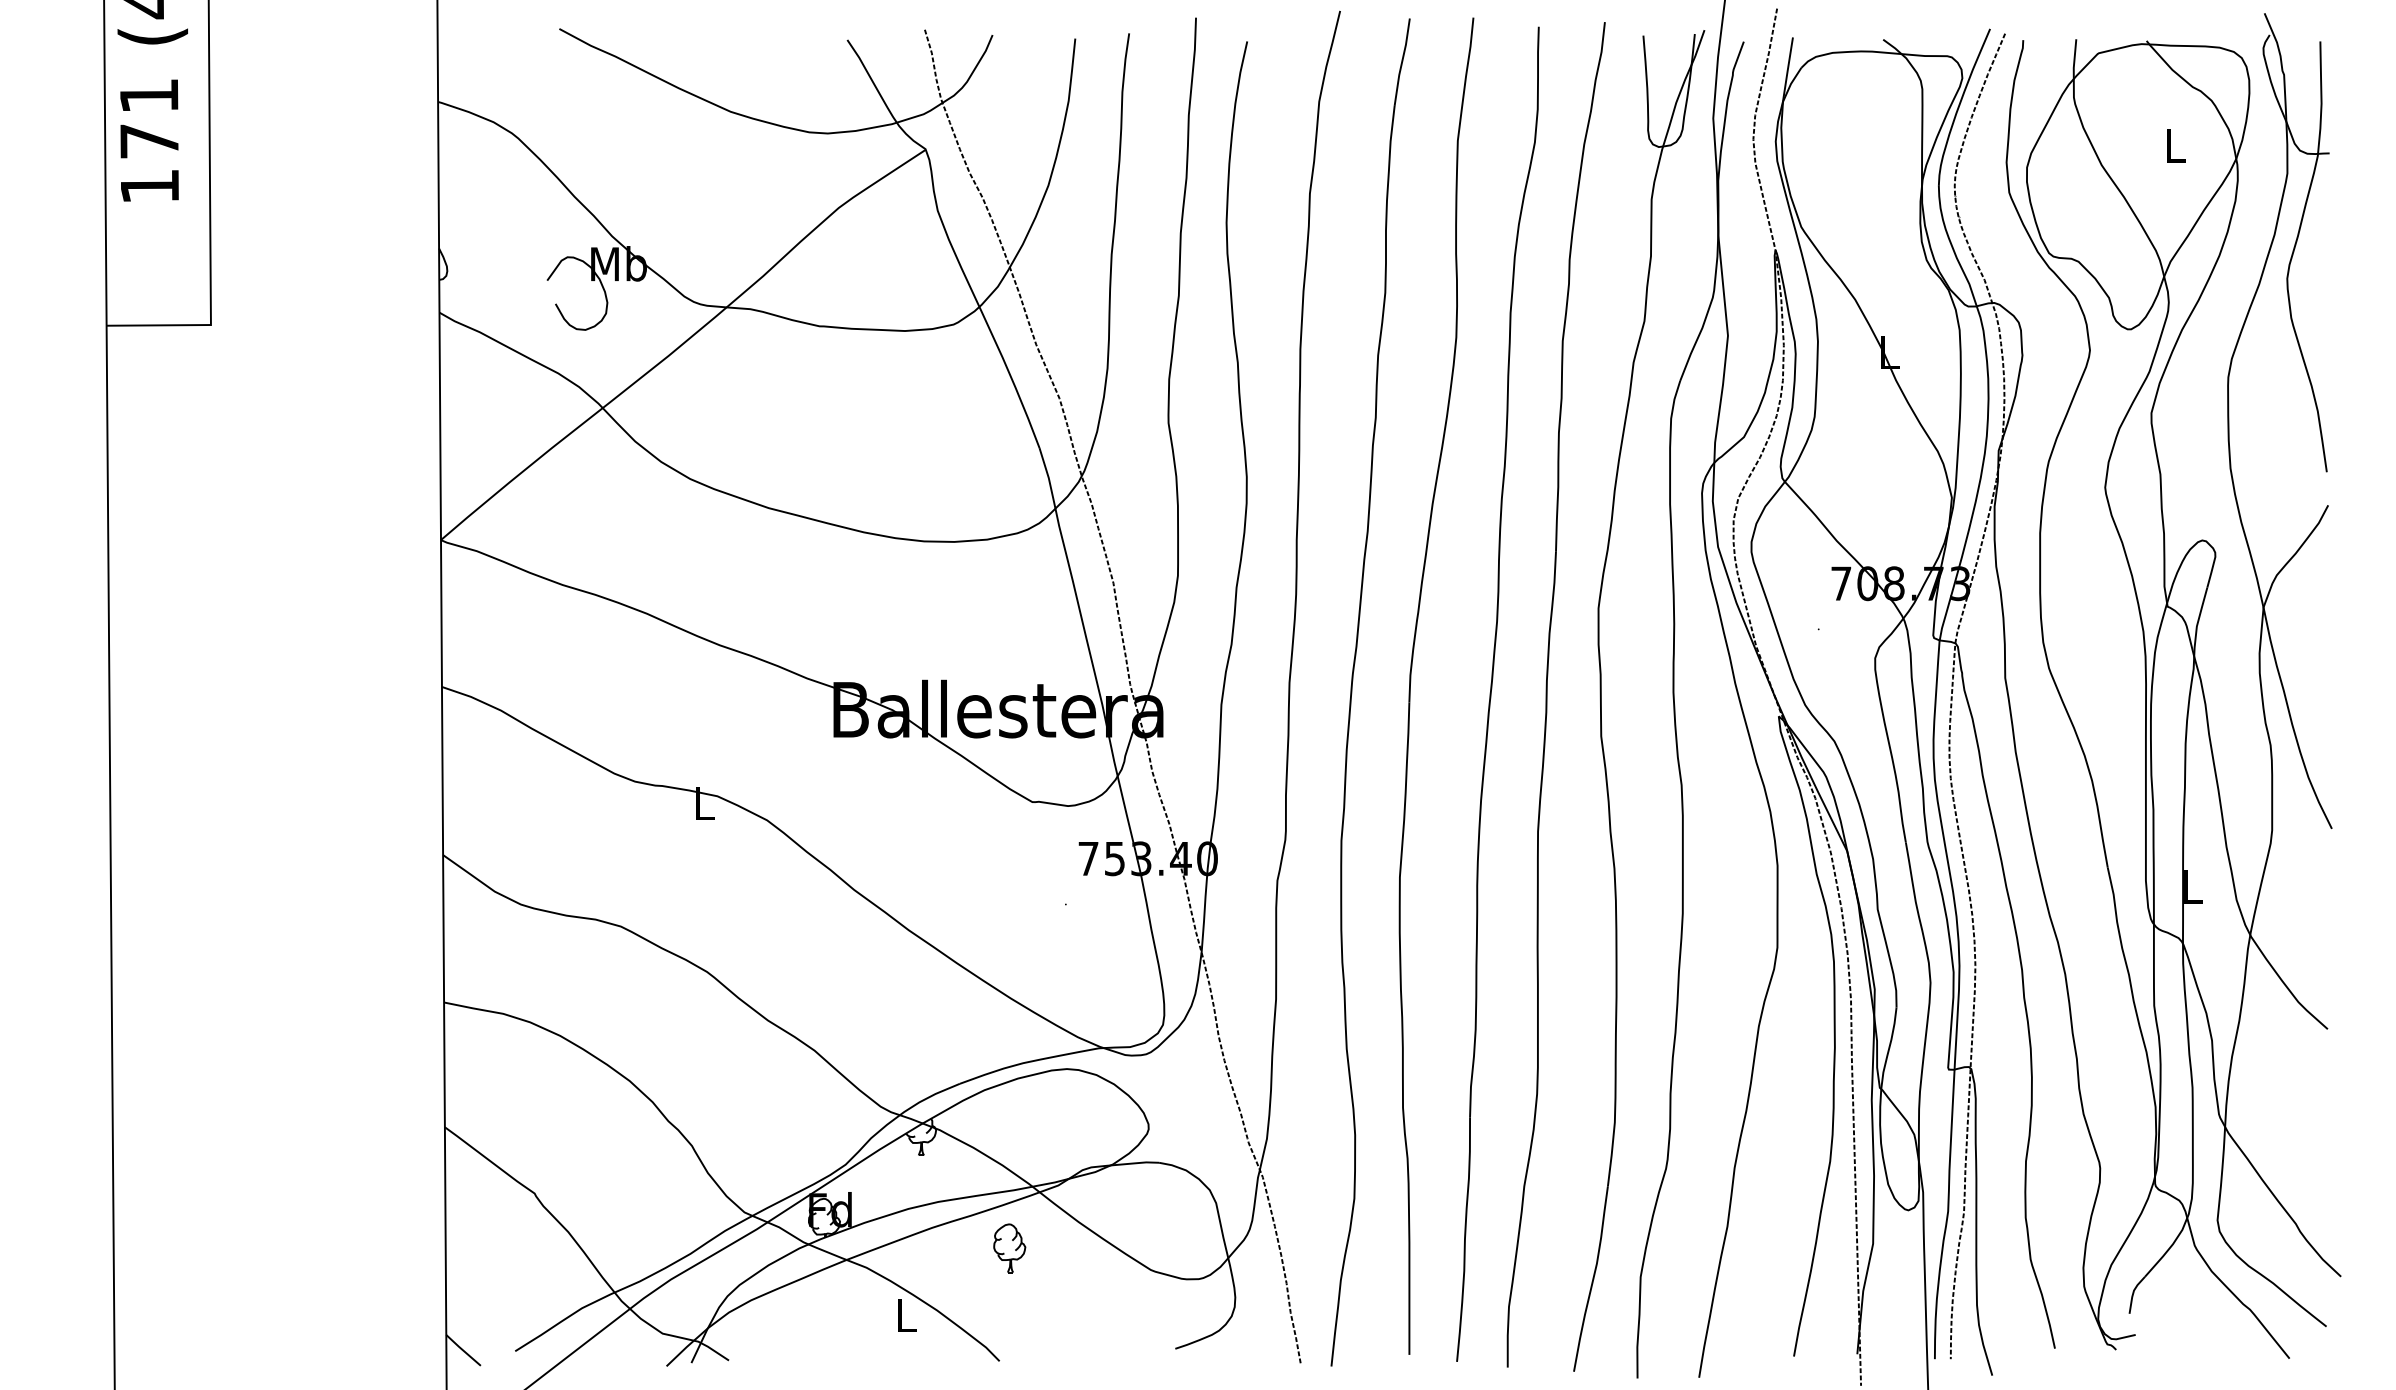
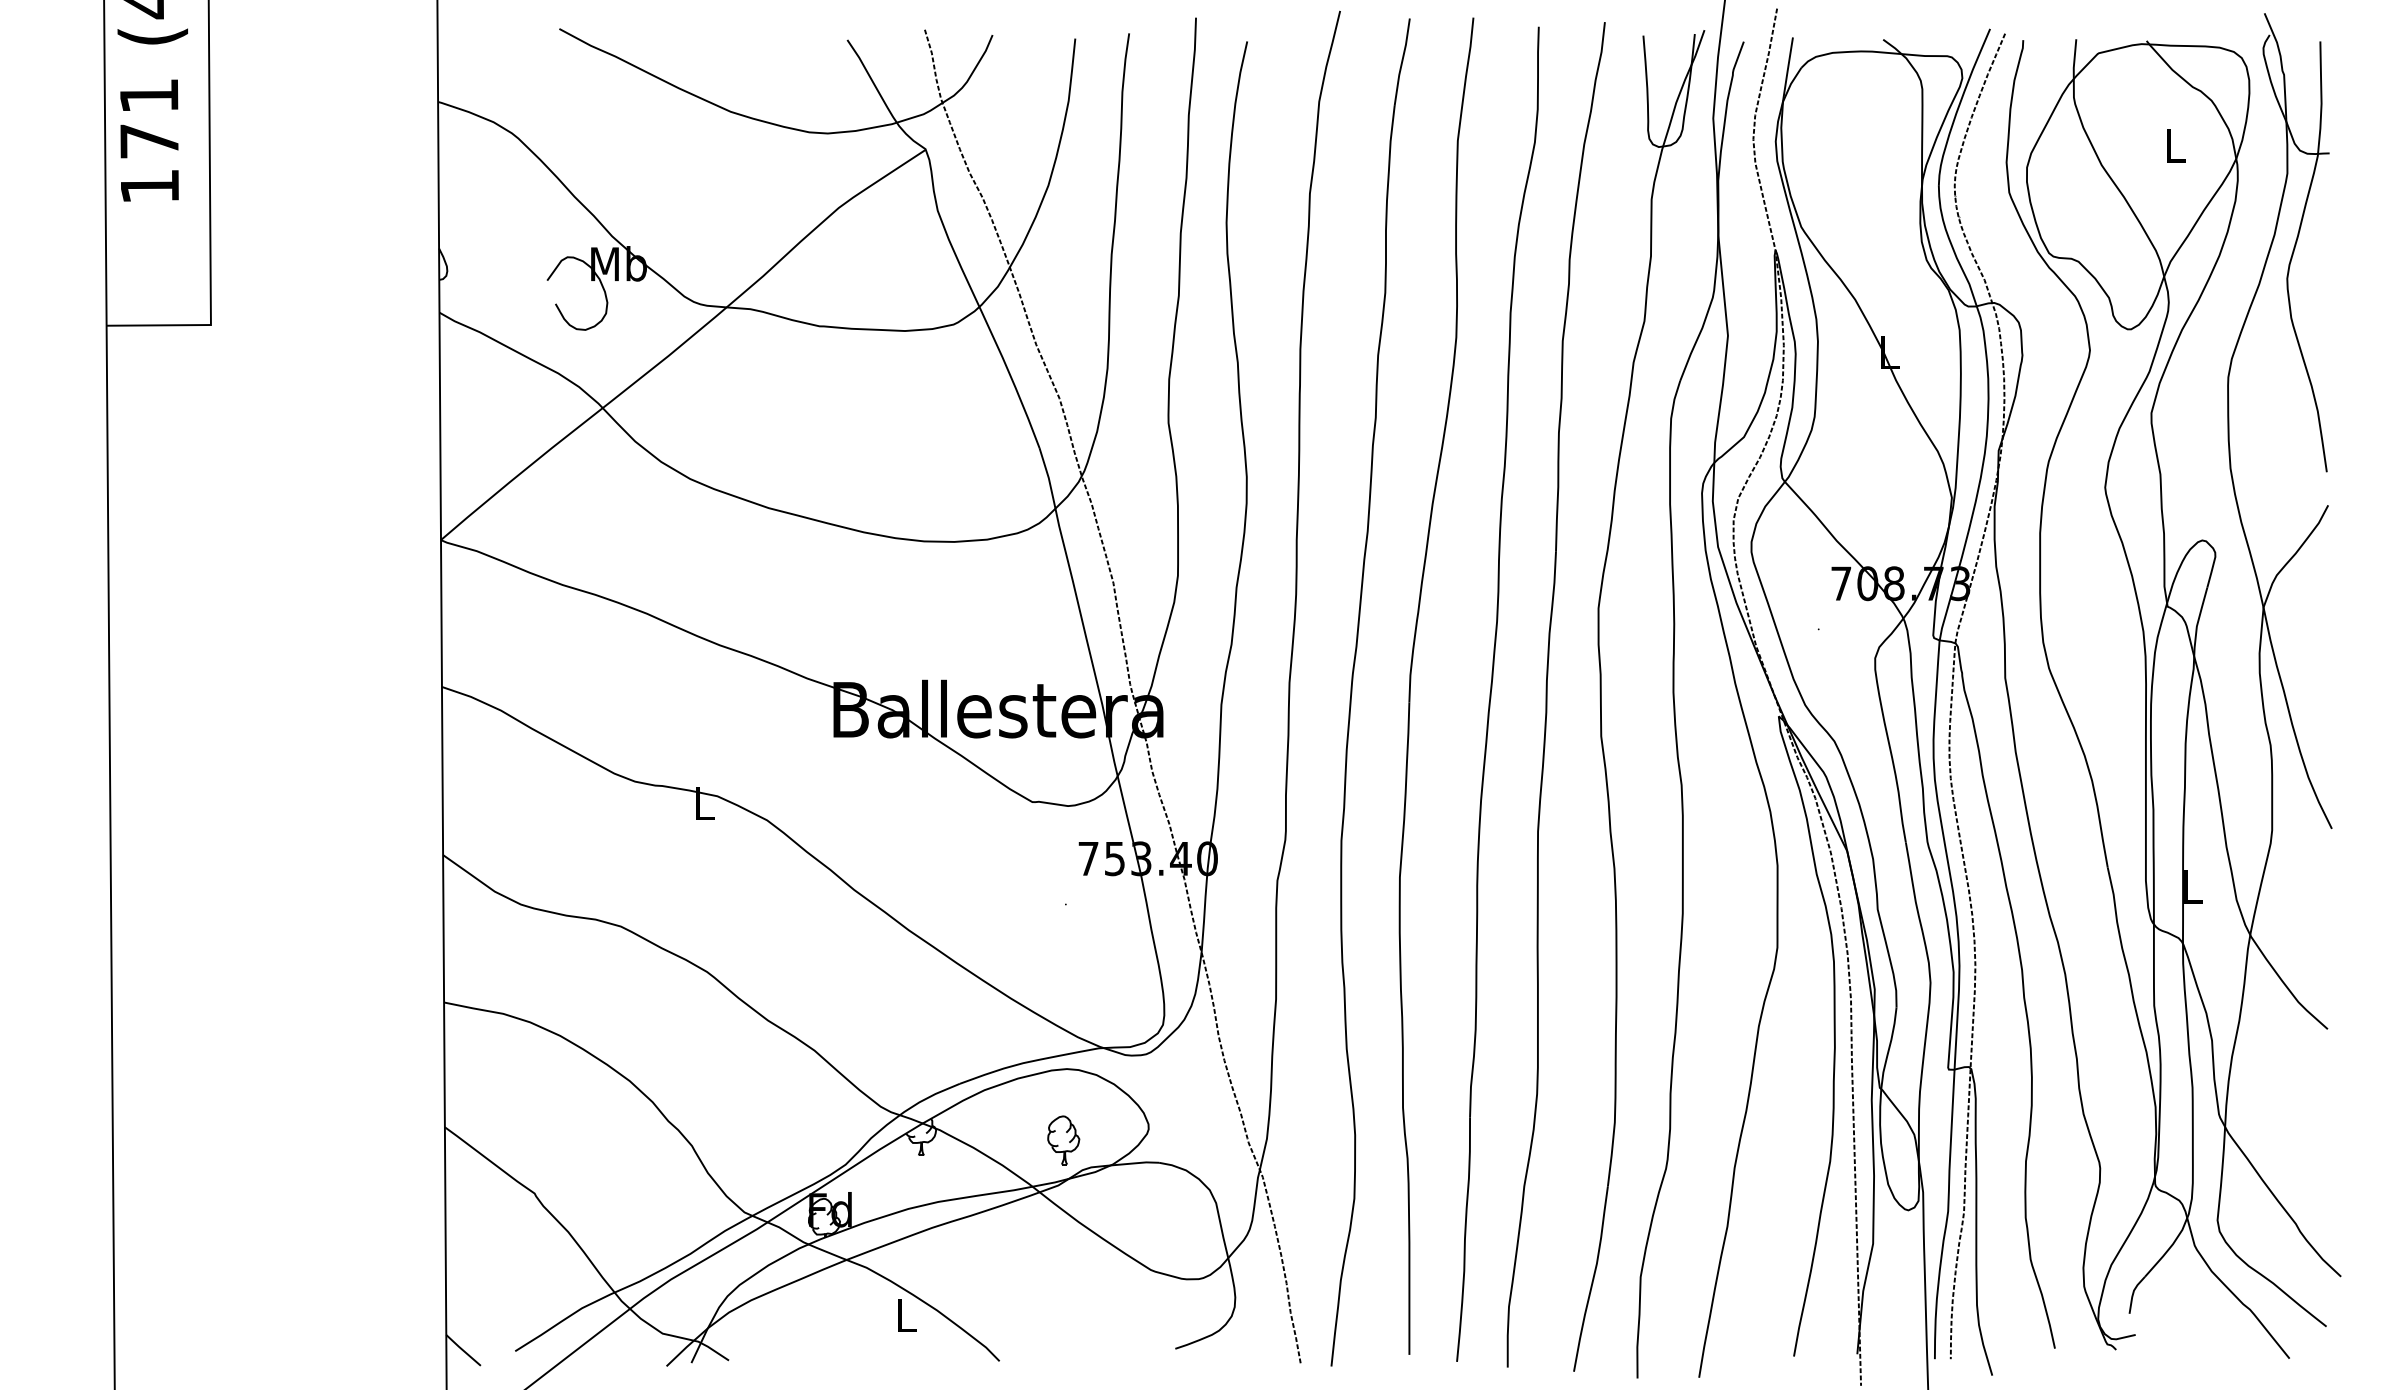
part at (1009, 1248) position: (1009, 1248) -> (1063, 1140)
